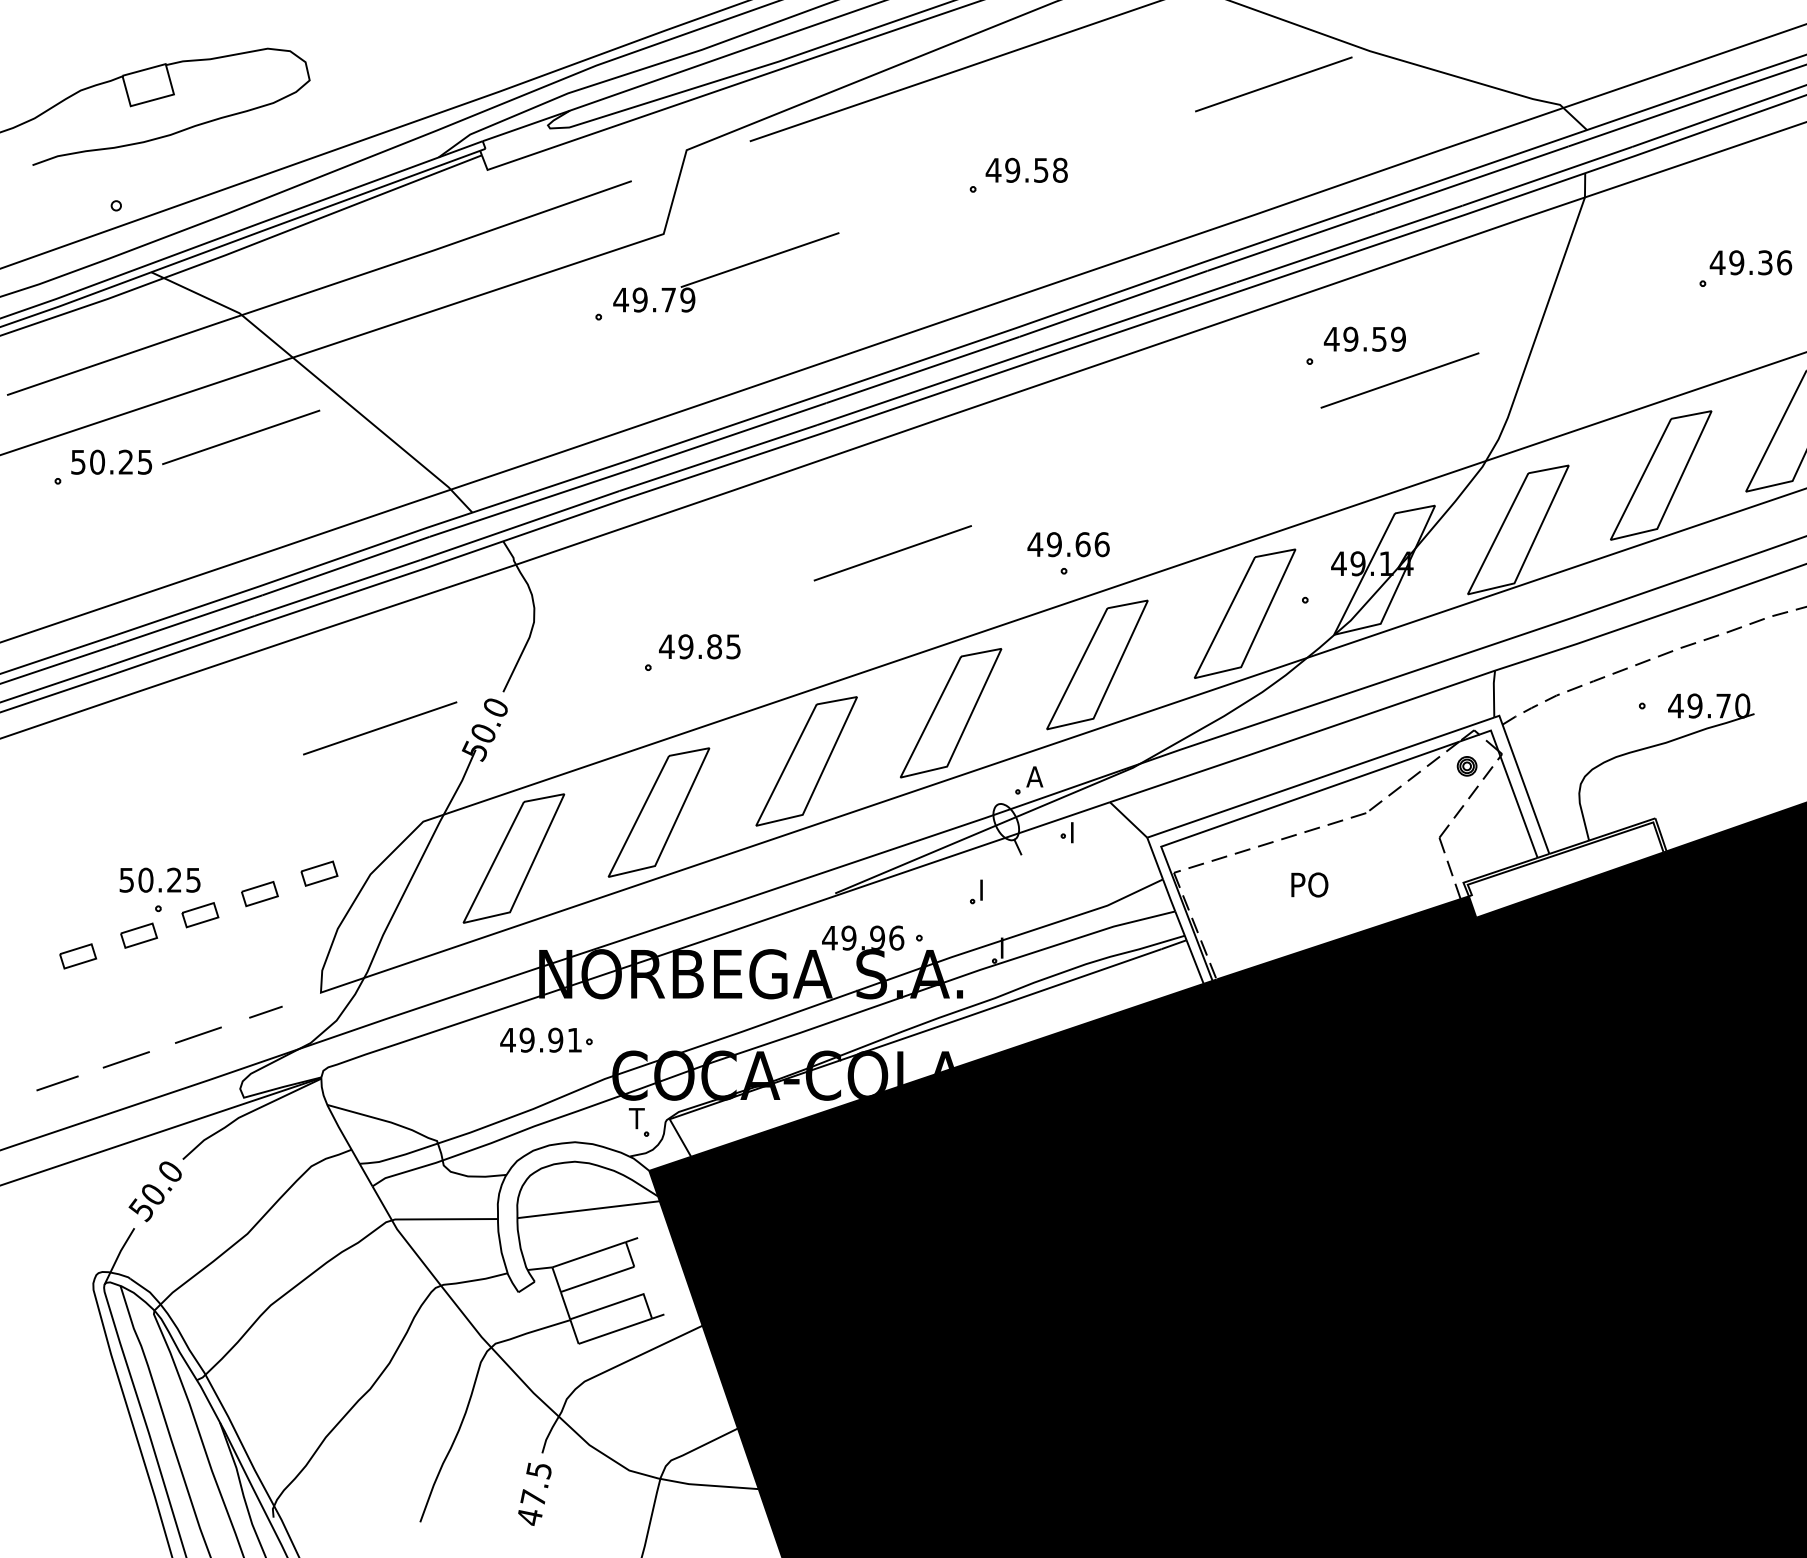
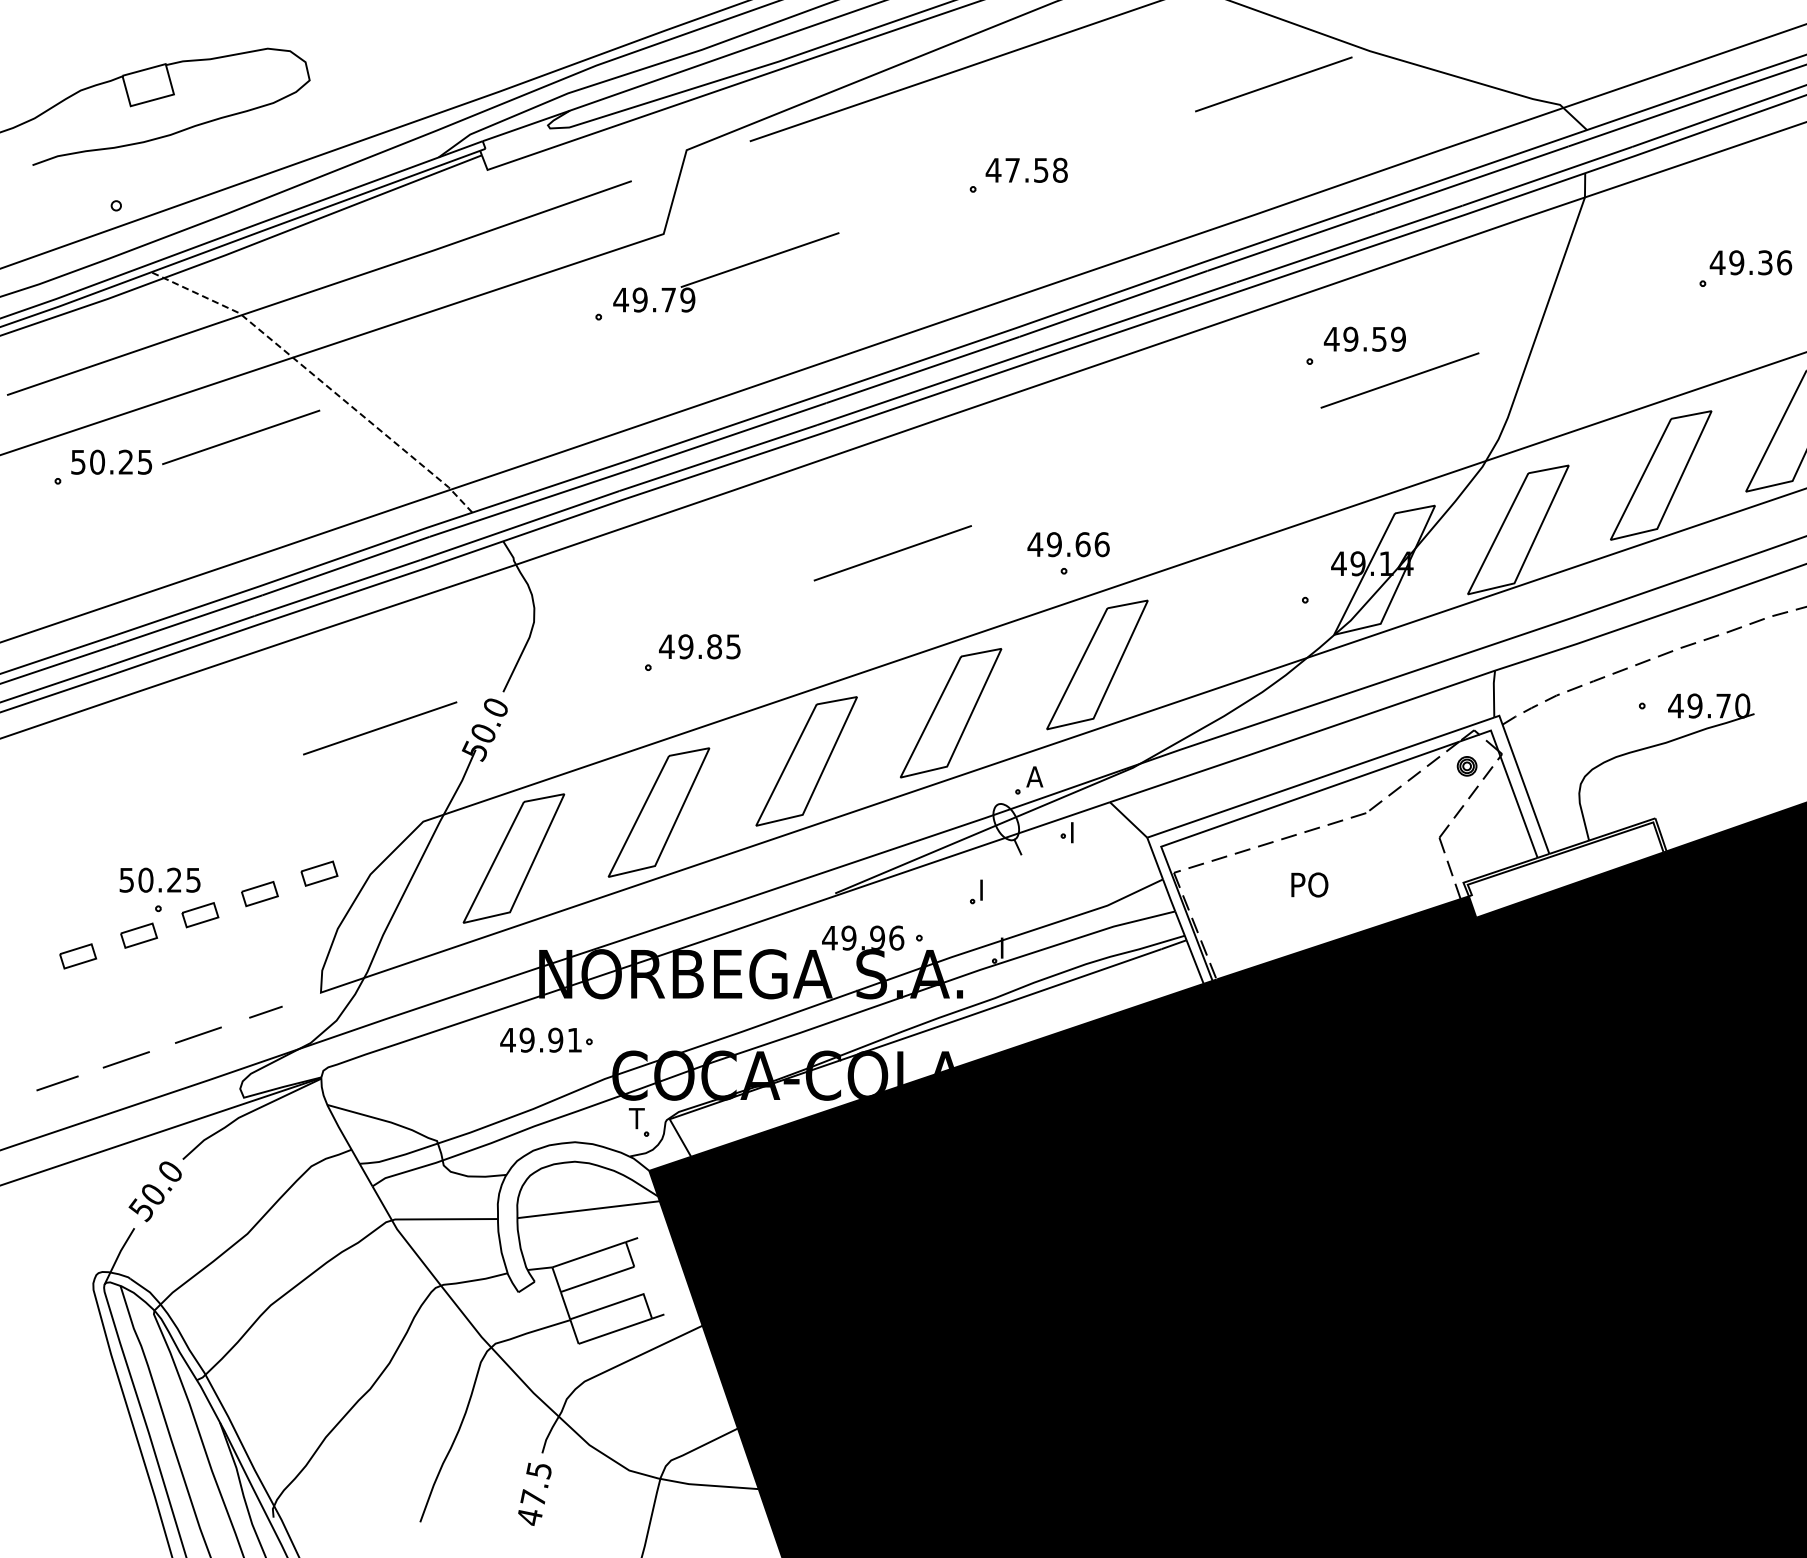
text at (1012, 169): 49.58 -> 47.58
line at (319, 380): solid -> dashed
part at (1244, 613): present -> none
